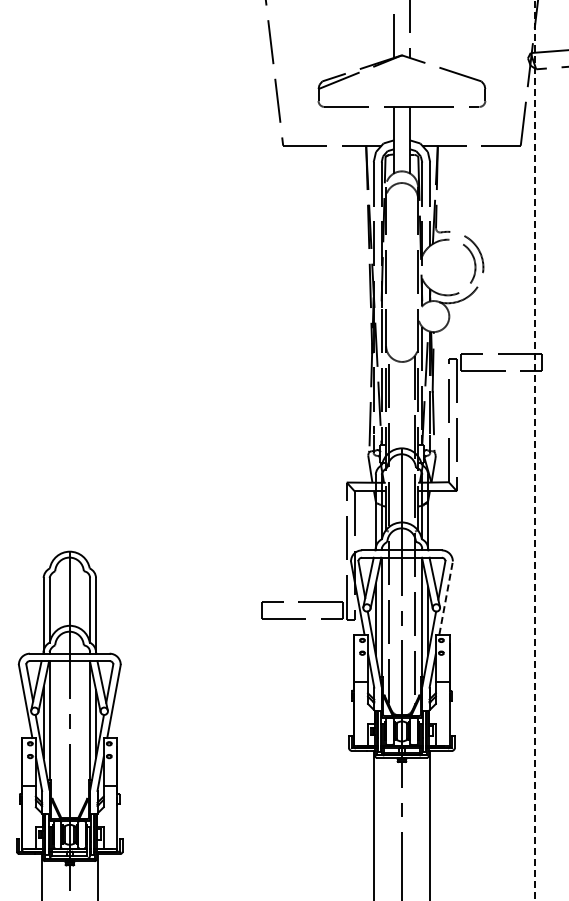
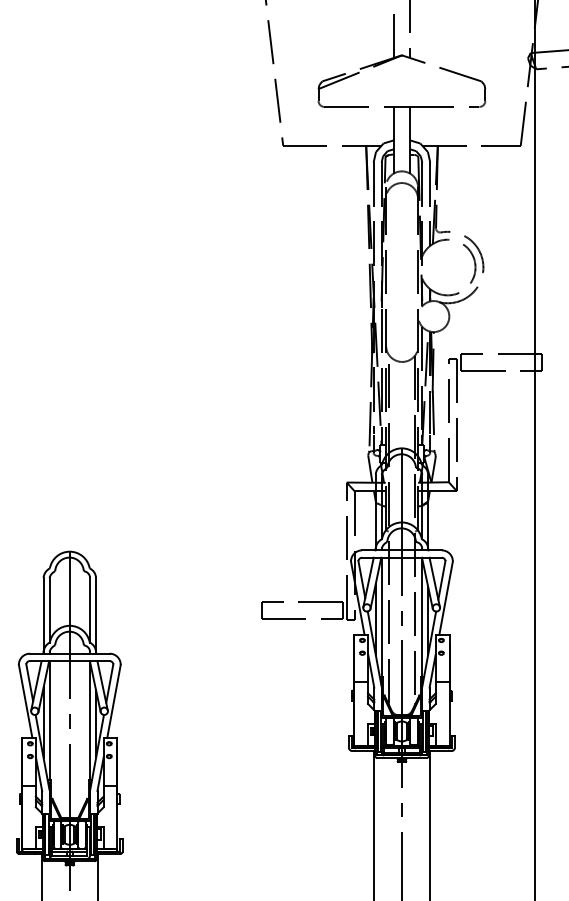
line at (535, 450): dashed -> solid
line at (446, 597): dashed -> solid
